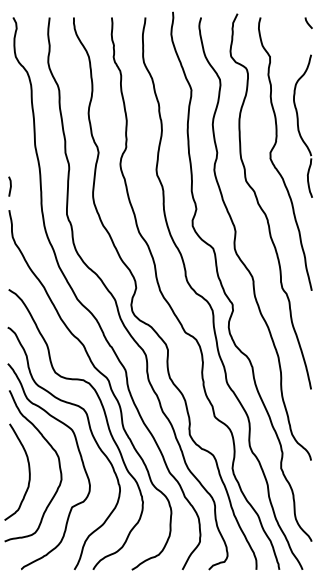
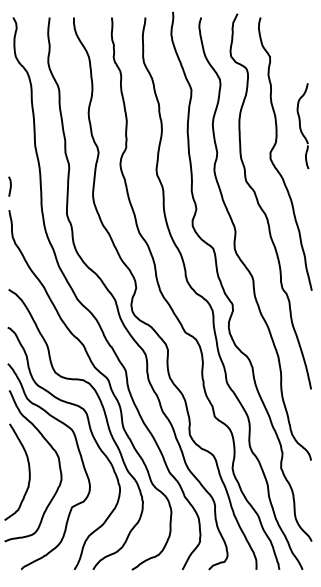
line at (308, 23): present -> none
part at (302, 125) size: 20x144 px -> 14x87 px
